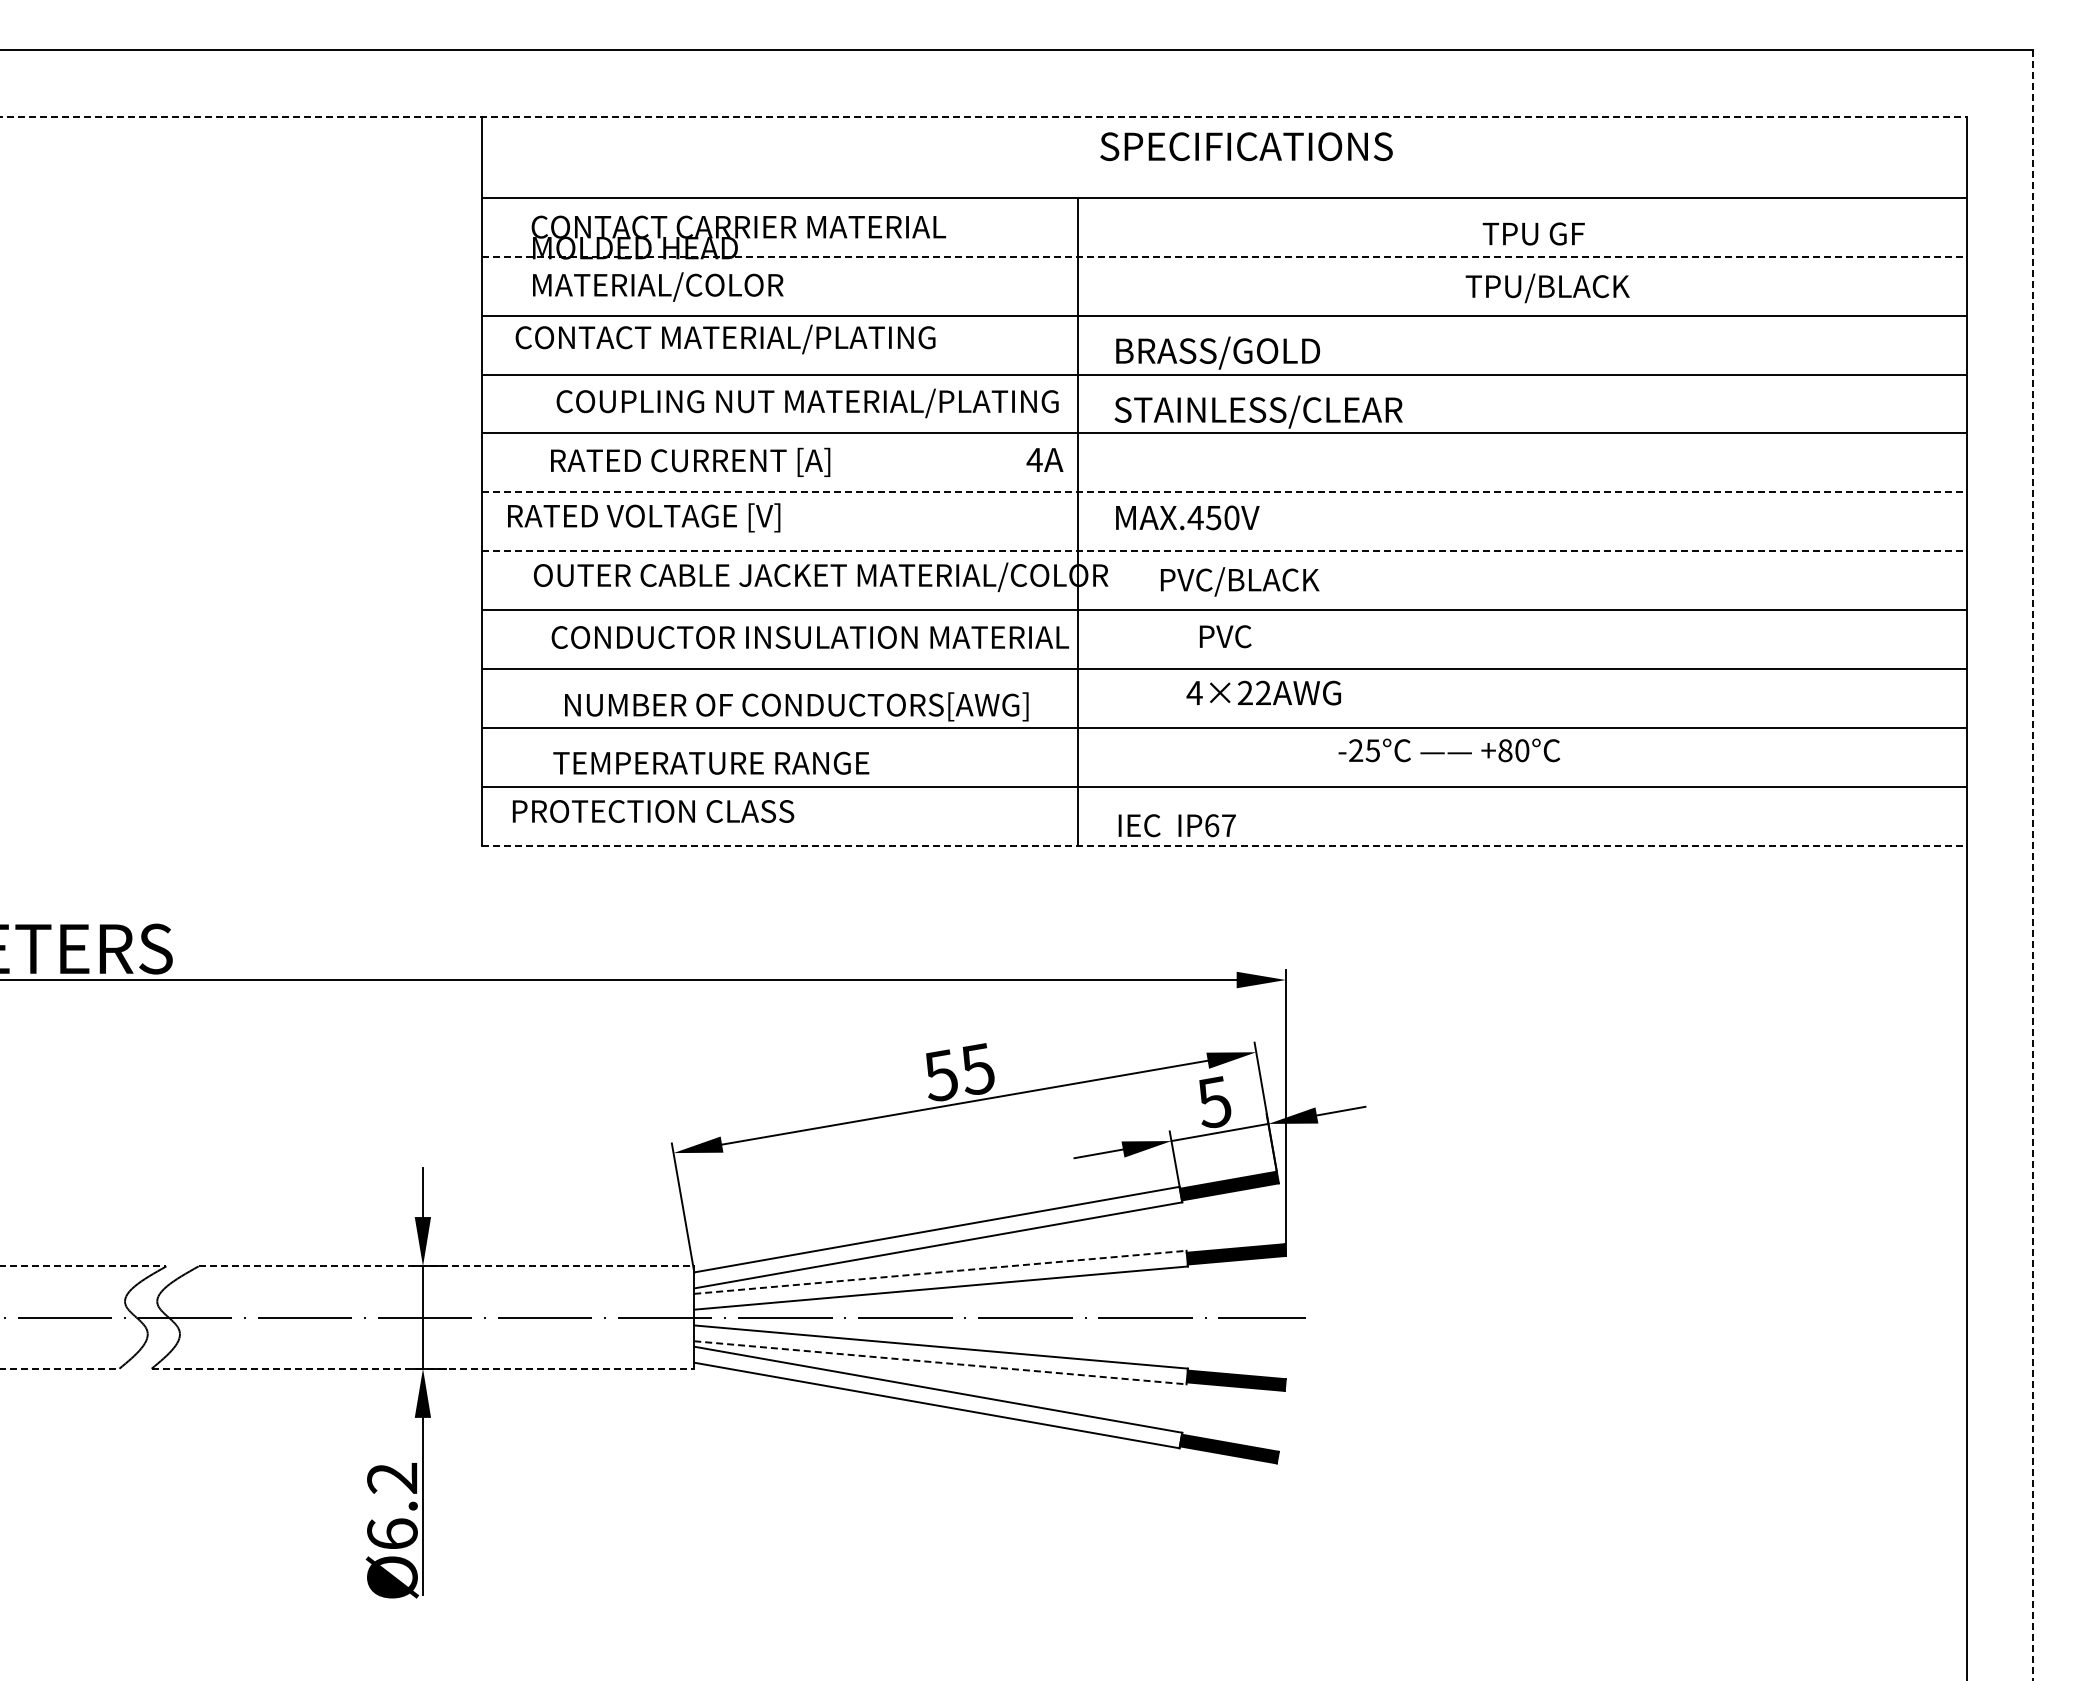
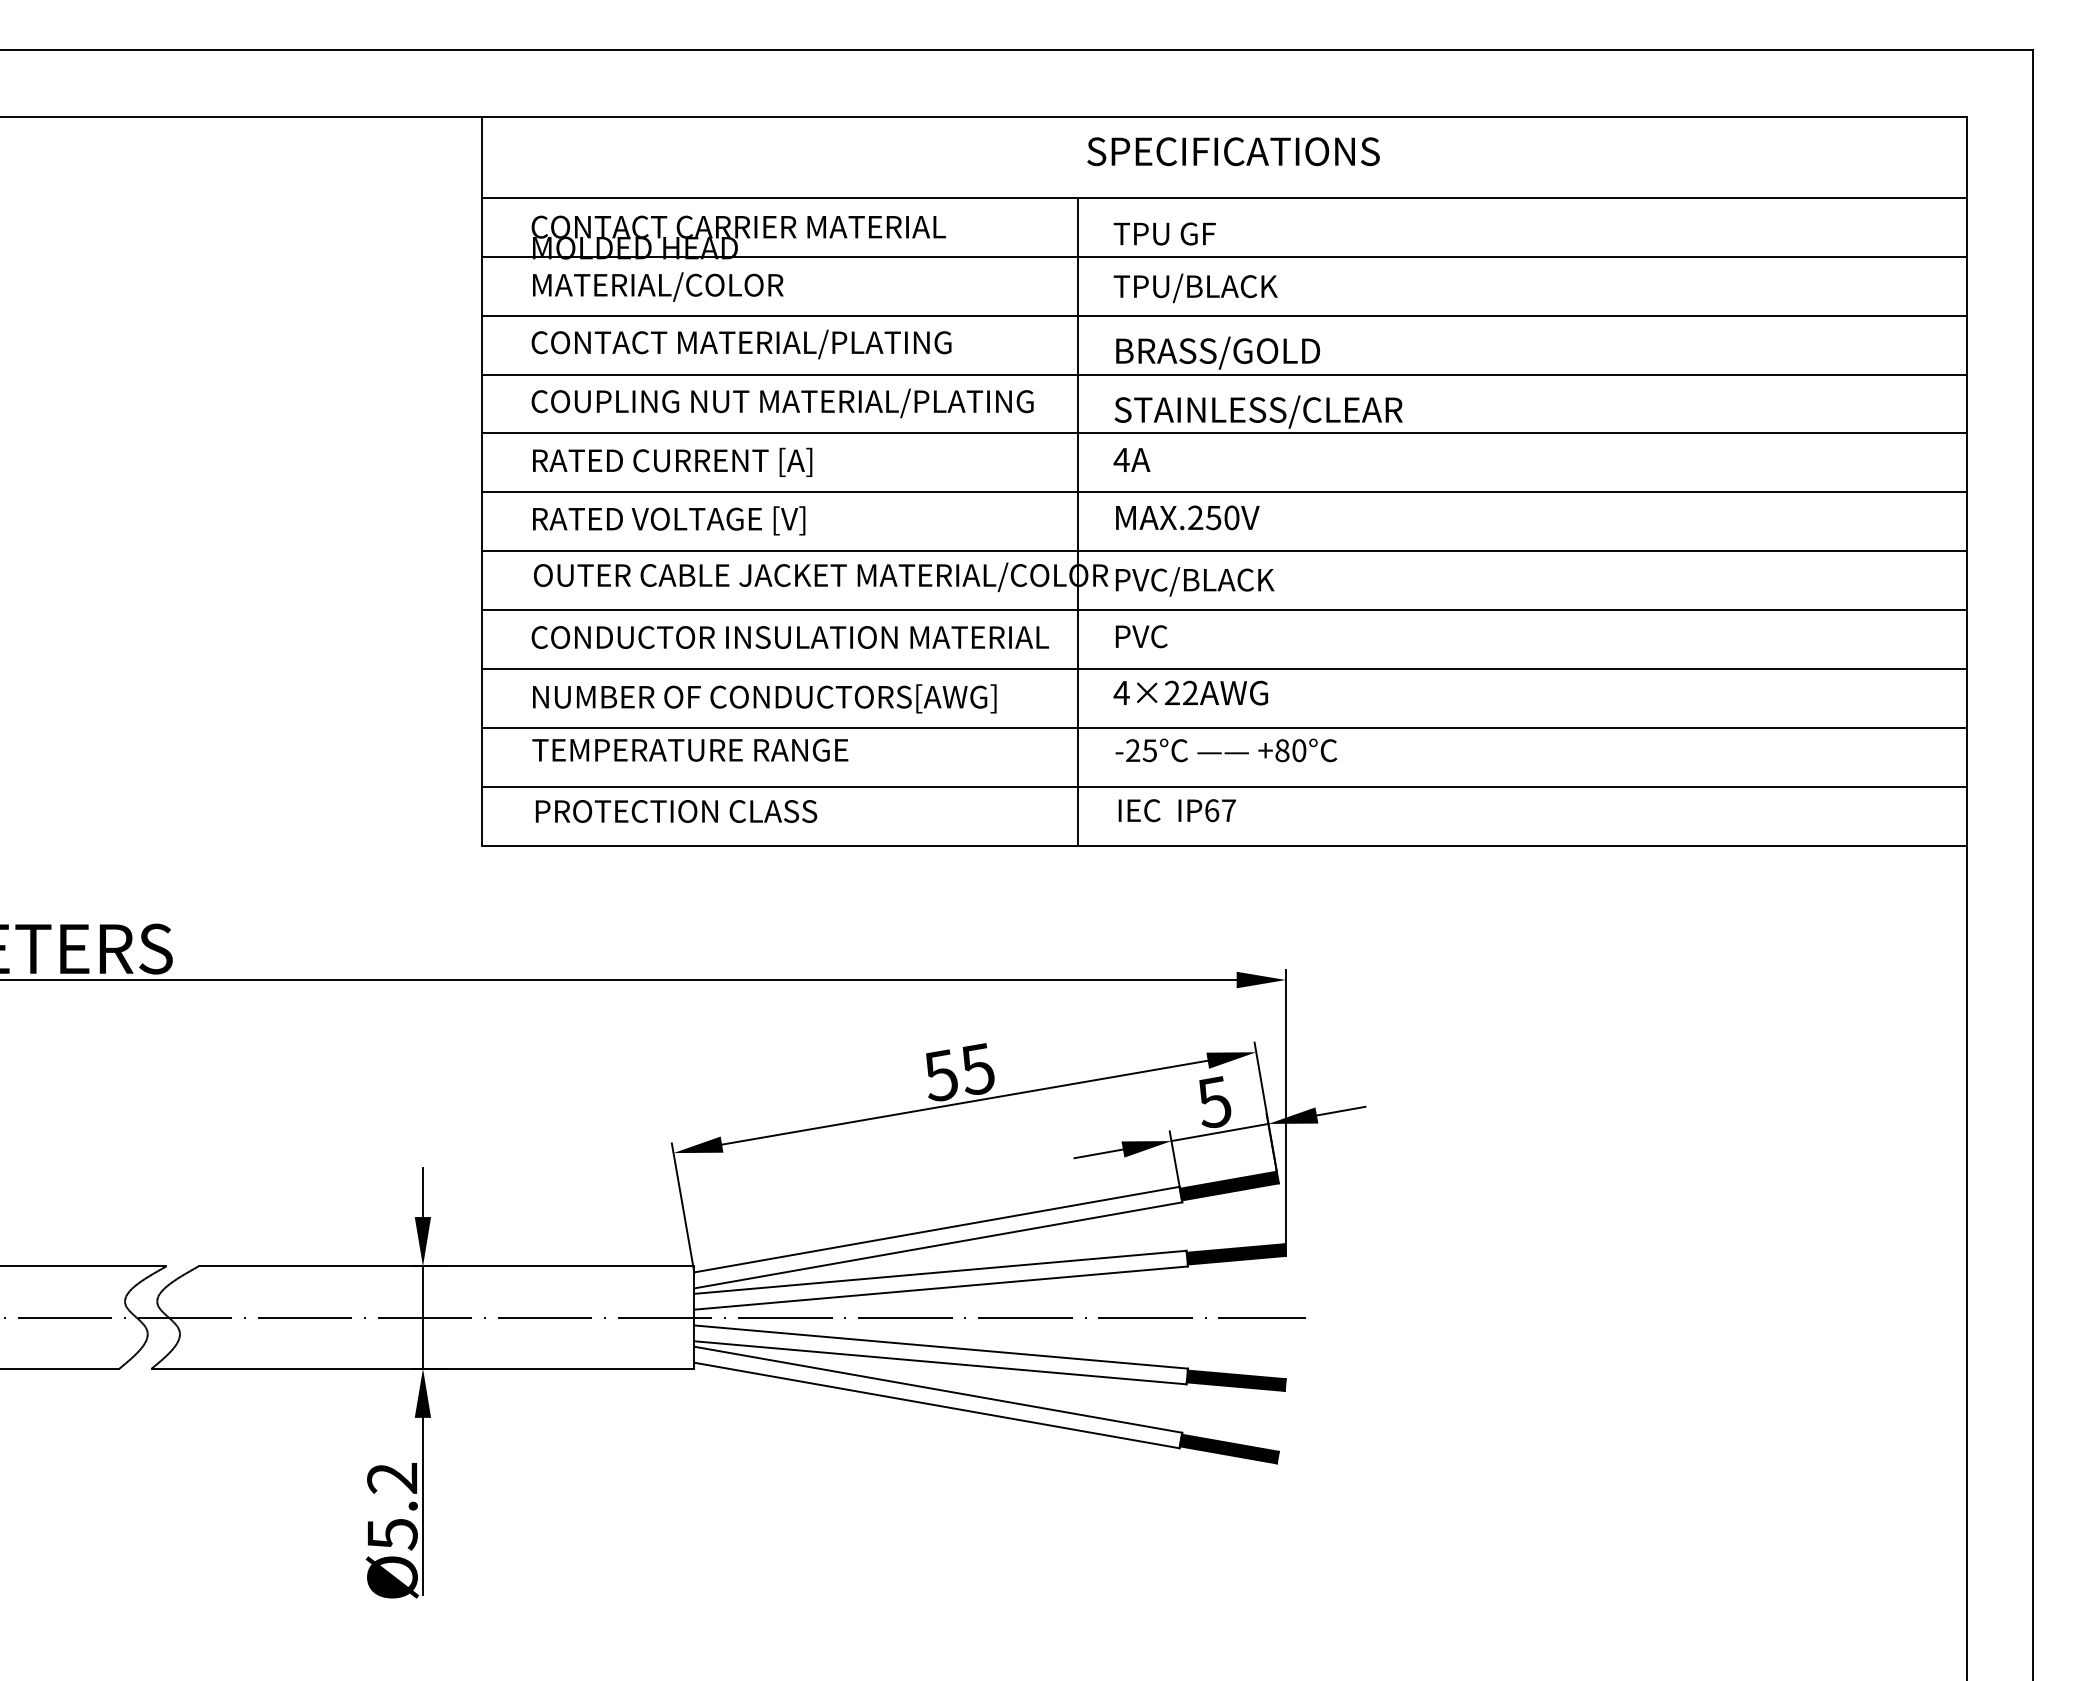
line at (983, 116): dashed -> solid
text at (1246, 146) position: (1246, 146) -> (1233, 151)
text at (1533, 233) position: (1533, 233) -> (1164, 233)
line at (1224, 256): dashed -> solid
text at (1547, 288) position: (1547, 288) -> (1195, 288)
text at (725, 339) position: (725, 339) -> (741, 344)
text at (807, 403) position: (807, 403) -> (782, 403)
text at (1044, 459) position: (1044, 459) -> (1131, 459)
text at (690, 461) position: (690, 461) -> (672, 461)
line at (1224, 492): dashed -> solid
text at (644, 517) position: (644, 517) -> (669, 520)
text at (1195, 517): MAX.450V -> MAX.250V
line at (1224, 551): dashed -> solid
text at (1240, 581) position: (1240, 581) -> (1195, 581)
text at (1225, 636) position: (1225, 636) -> (1141, 636)
text at (809, 637) position: (809, 637) -> (789, 637)
text at (1263, 692) position: (1263, 692) -> (1190, 692)
text at (796, 706) position: (796, 706) -> (764, 698)
text at (1448, 750) position: (1448, 750) -> (1225, 750)
text at (711, 762) position: (711, 762) -> (690, 749)
text at (653, 811) position: (653, 811) -> (676, 811)
text at (1176, 825) position: (1176, 825) -> (1176, 810)
line at (1224, 845): dashed -> solid
line at (2033, 866): dashed -> solid
line at (83, 1266): dashed -> solid
line at (446, 1266): dashed -> solid
line at (940, 1272): dashed -> solid
line at (940, 1362): dashed -> solid
line at (60, 1368): dashed -> solid
line at (423, 1368): dashed -> solid
text at (392, 1534): Ø6.2 -> Ø5.2
